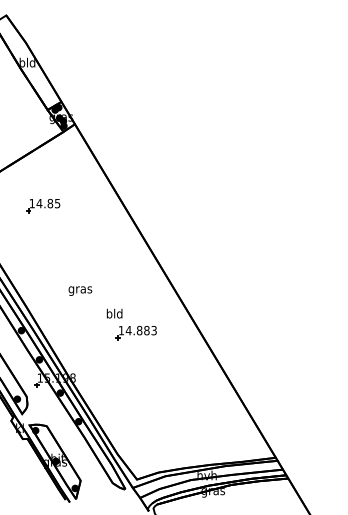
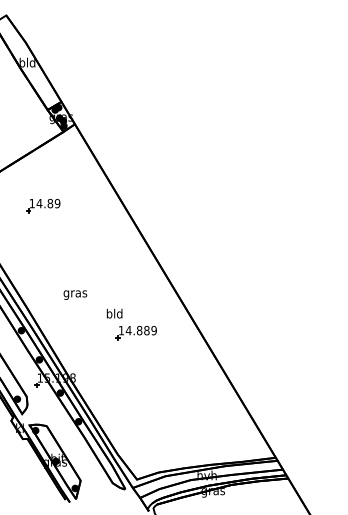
text at (57, 202): 14.85 -> 14.89
text at (80, 290) position: (80, 290) -> (75, 294)
text at (153, 330): 14.883 -> 14.889
